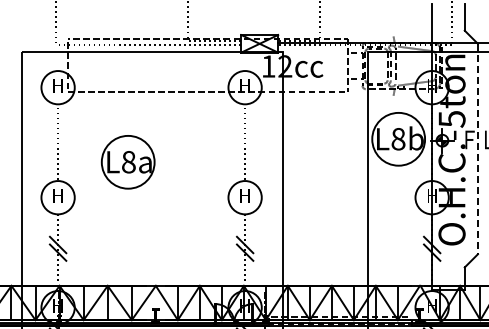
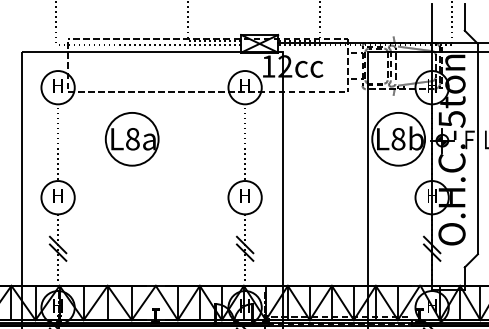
line at (477, 149): dashed -> solid
part at (127, 162) position: (127, 162) -> (131, 139)
